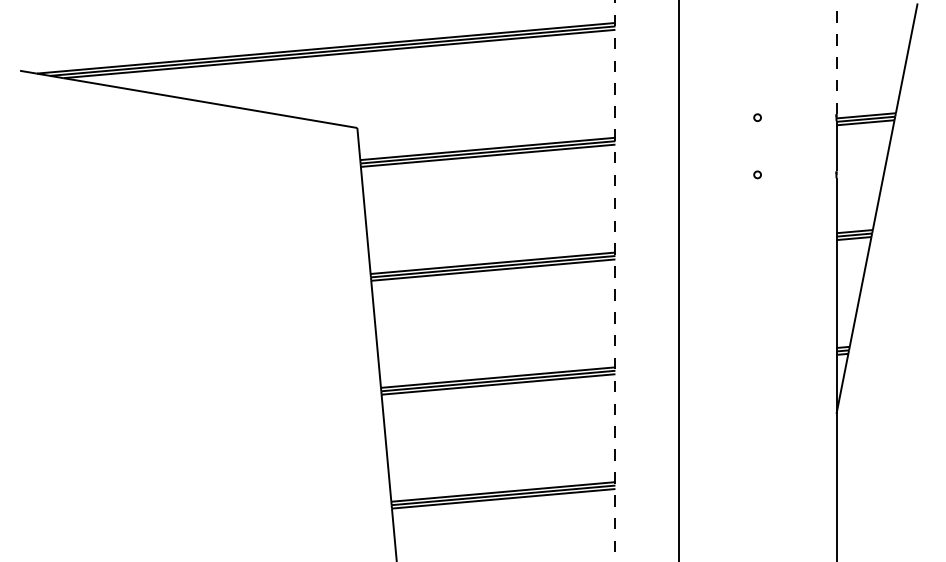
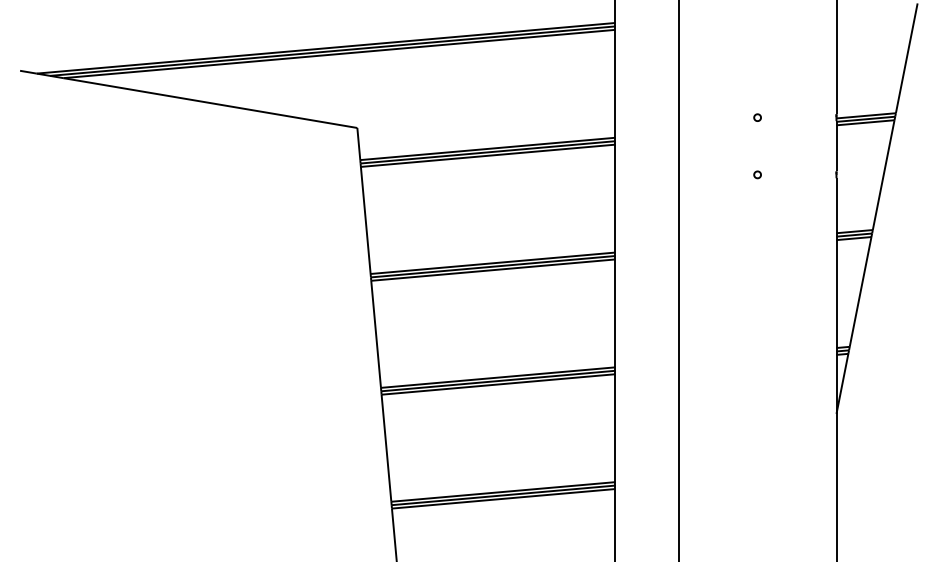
line at (836, 57): dashed -> solid
line at (615, 281): dashed -> solid
